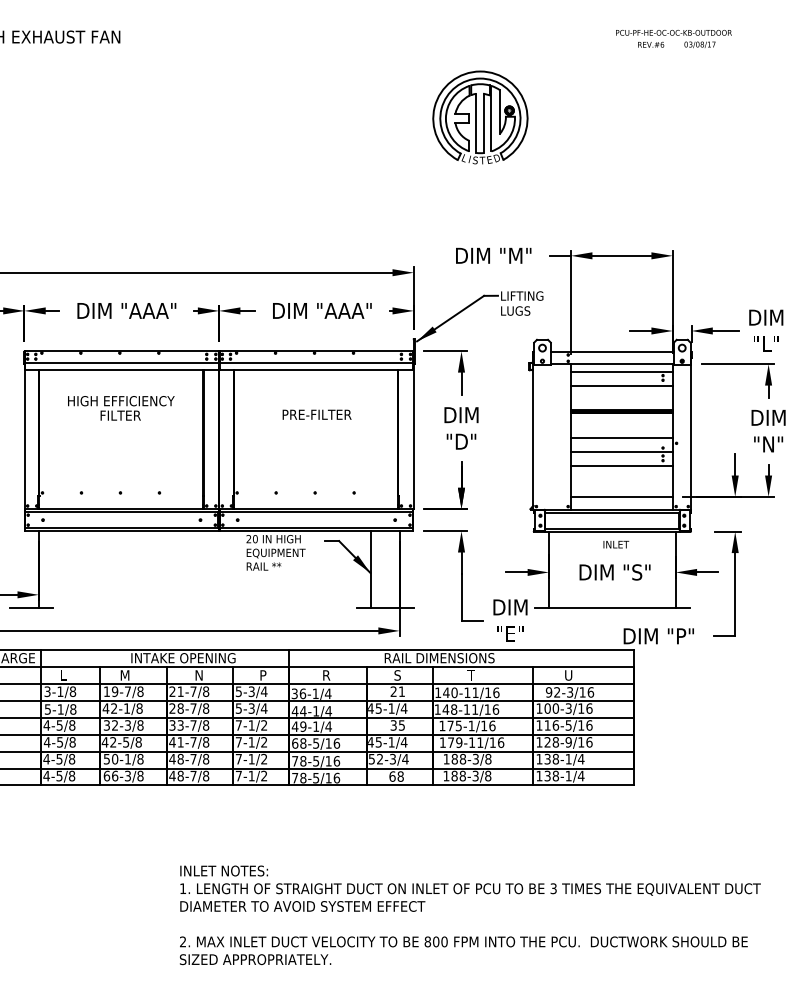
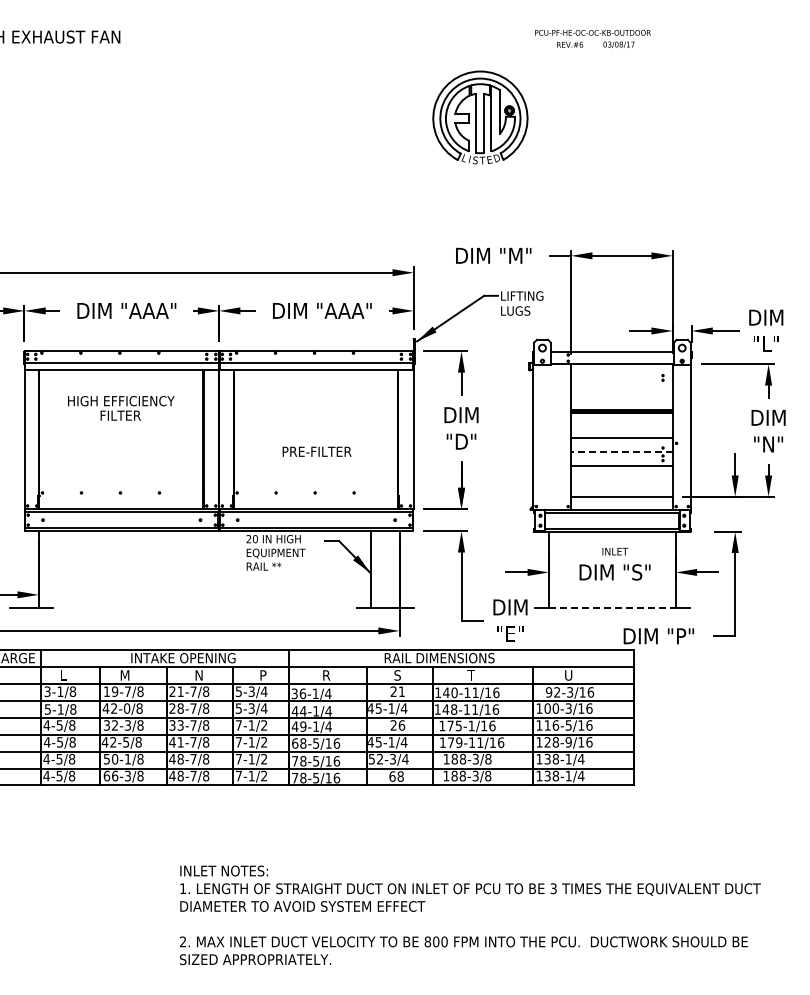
text at (673, 39) position: (673, 39) -> (592, 39)
line at (621, 371): present -> none
line at (621, 385): present -> none
text at (316, 414) position: (316, 414) -> (316, 451)
line at (621, 452): solid -> dashed
text at (616, 544) position: (616, 544) -> (615, 551)
line at (612, 608): solid -> dashed
text at (126, 708): 42-1/8 -> 42-0/8
text at (397, 725): 35 -> 26
